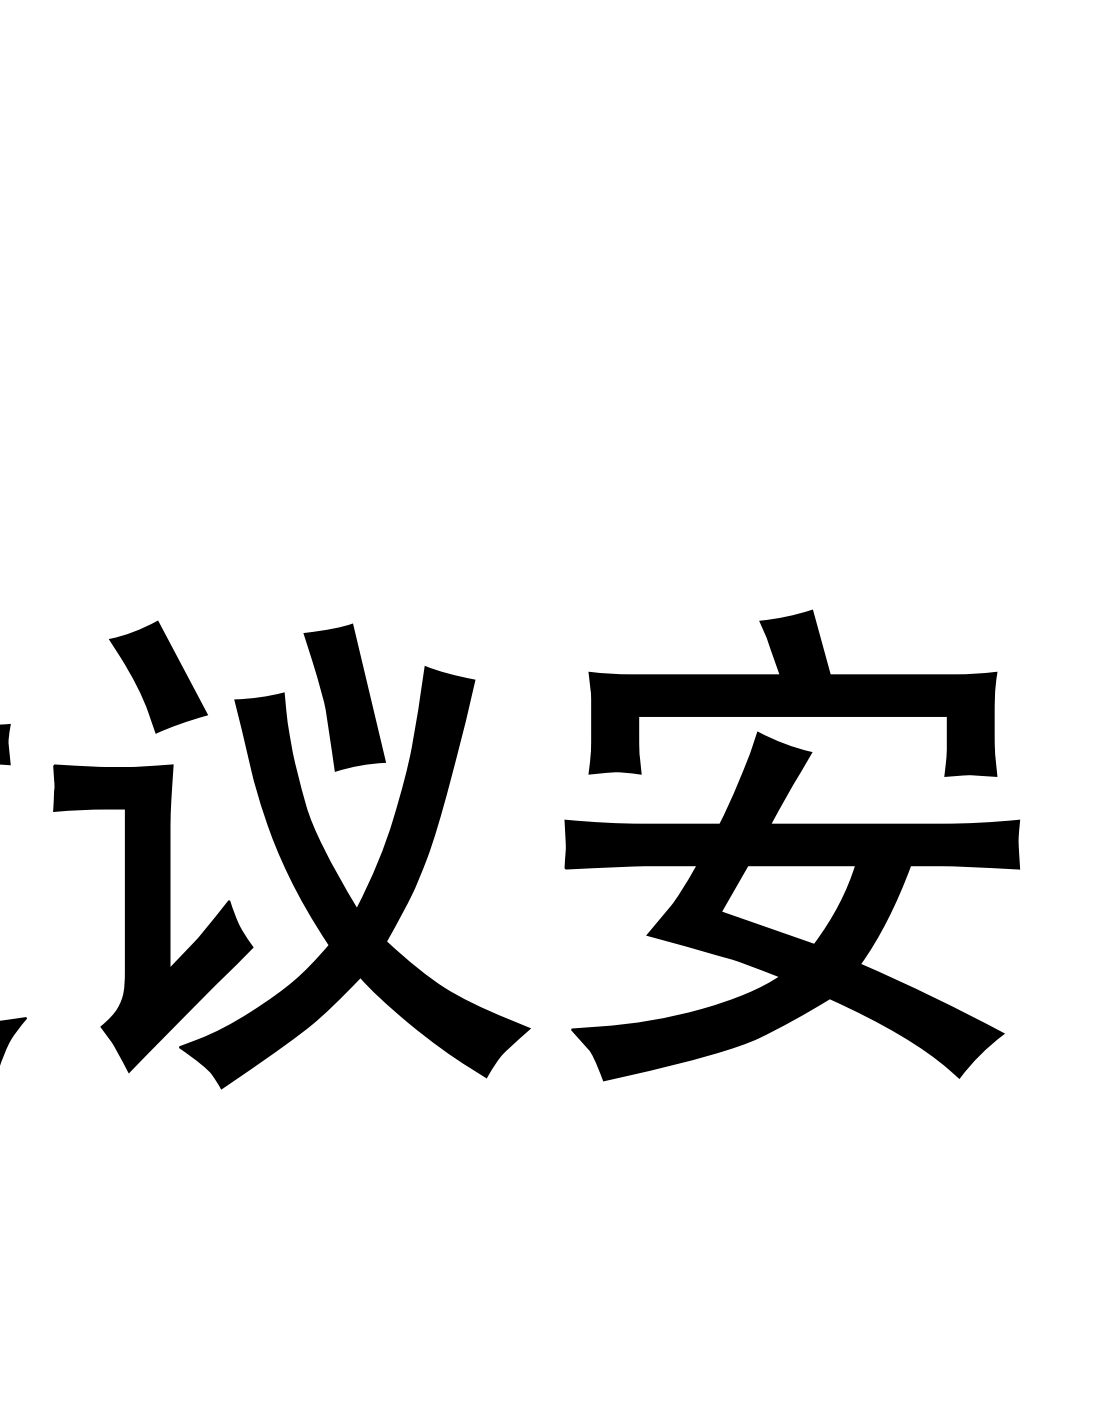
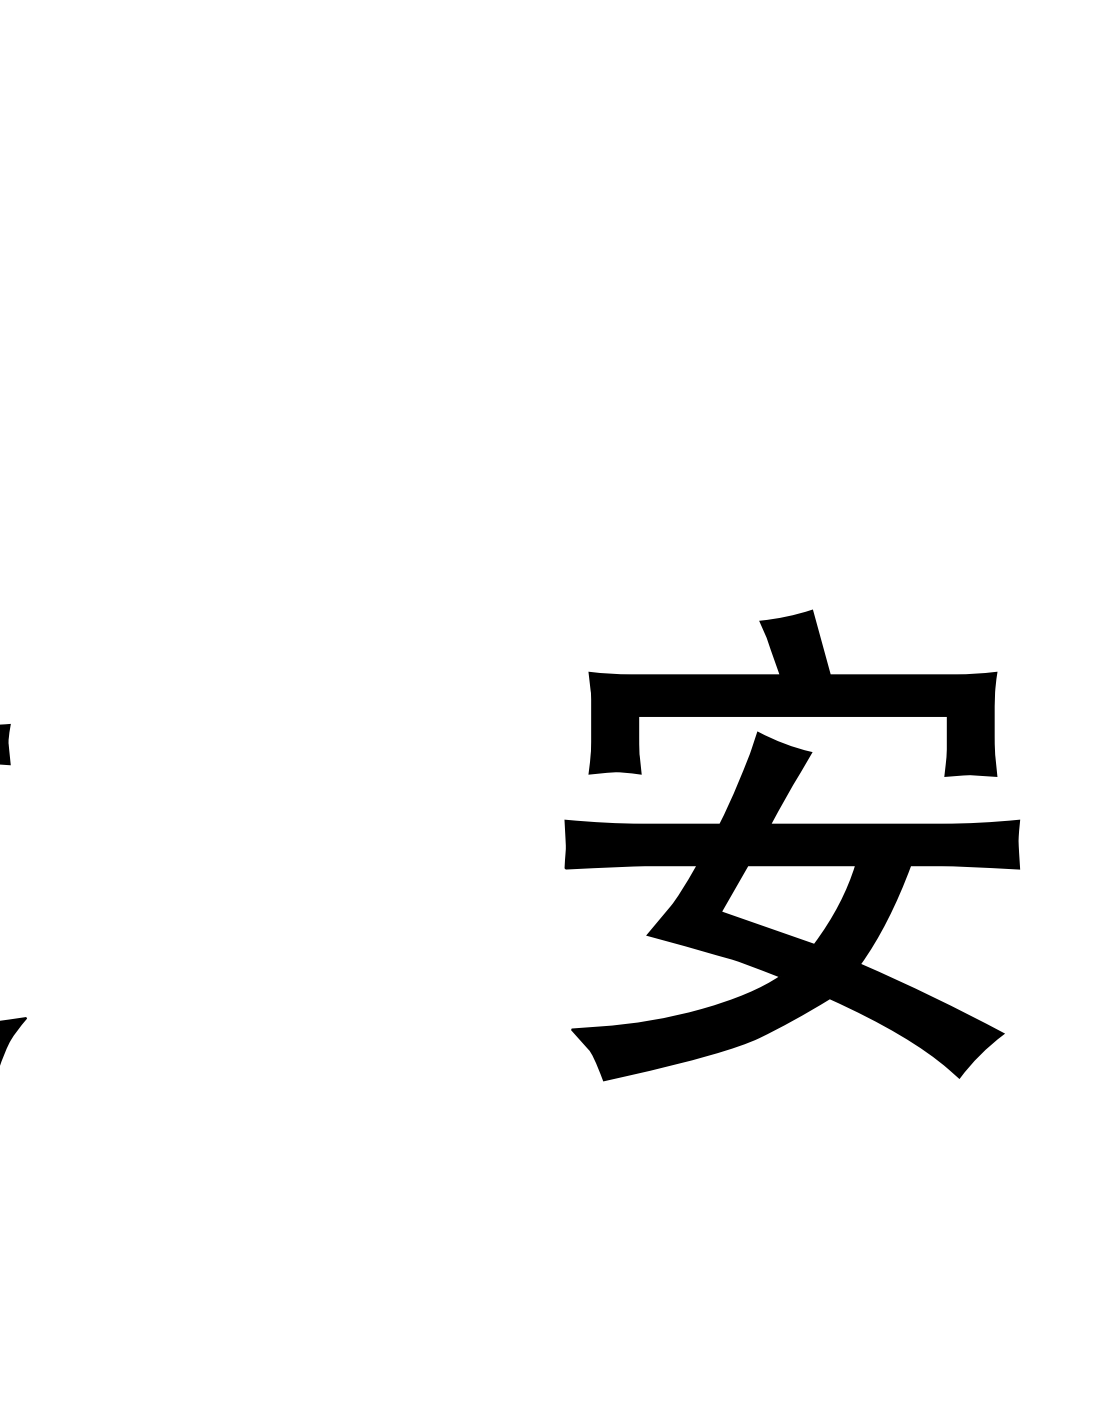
part at (291, 854): present -> none
